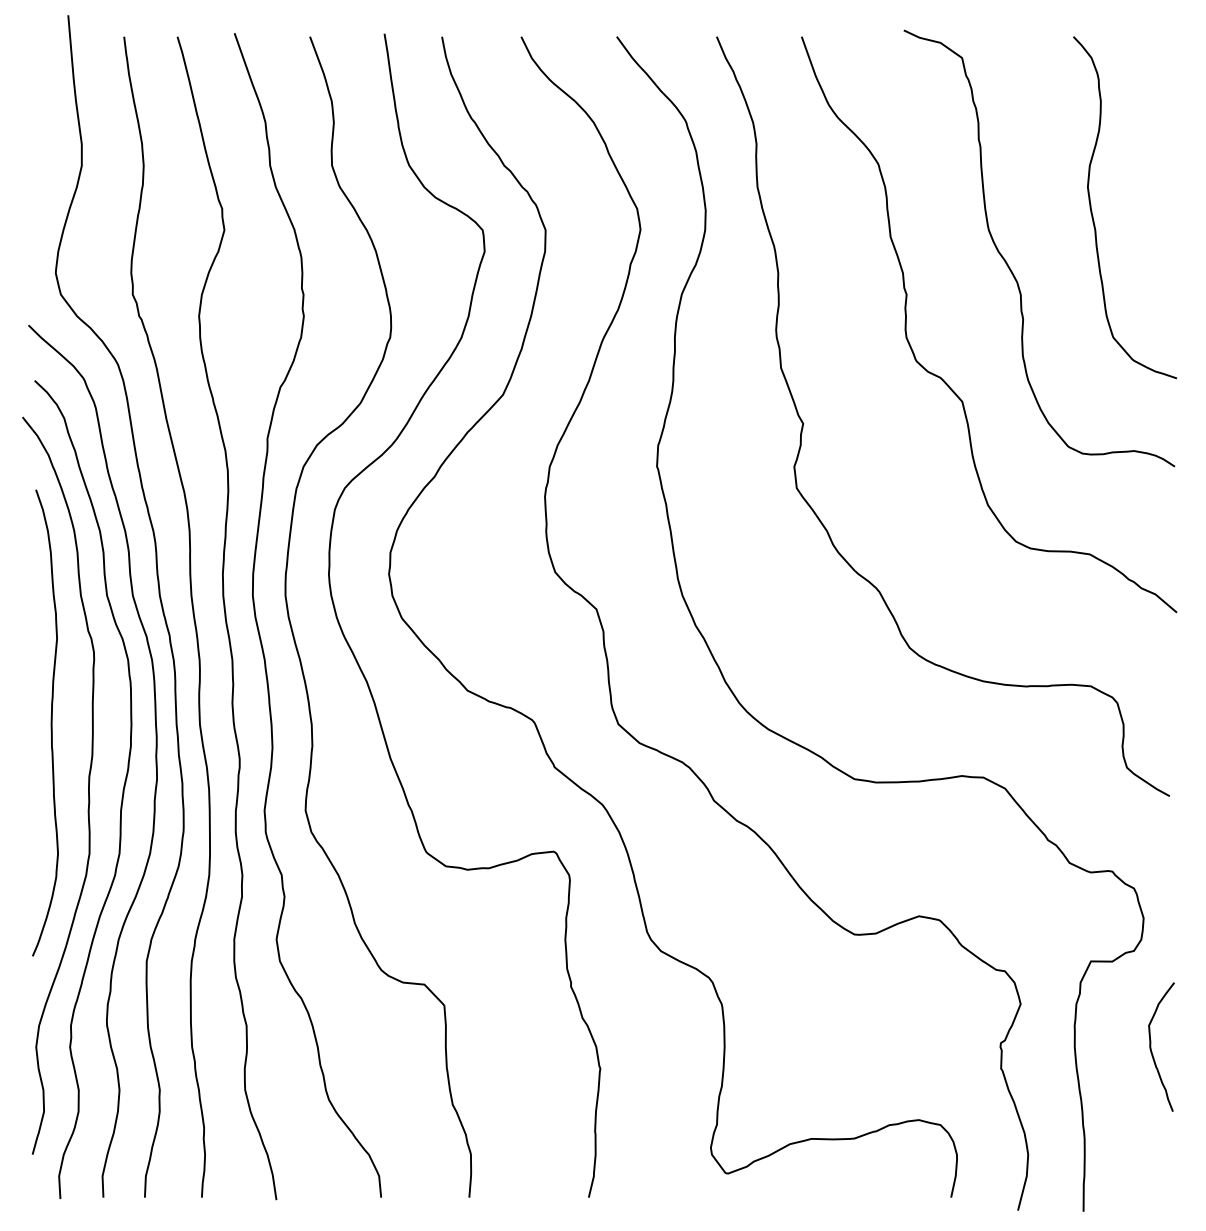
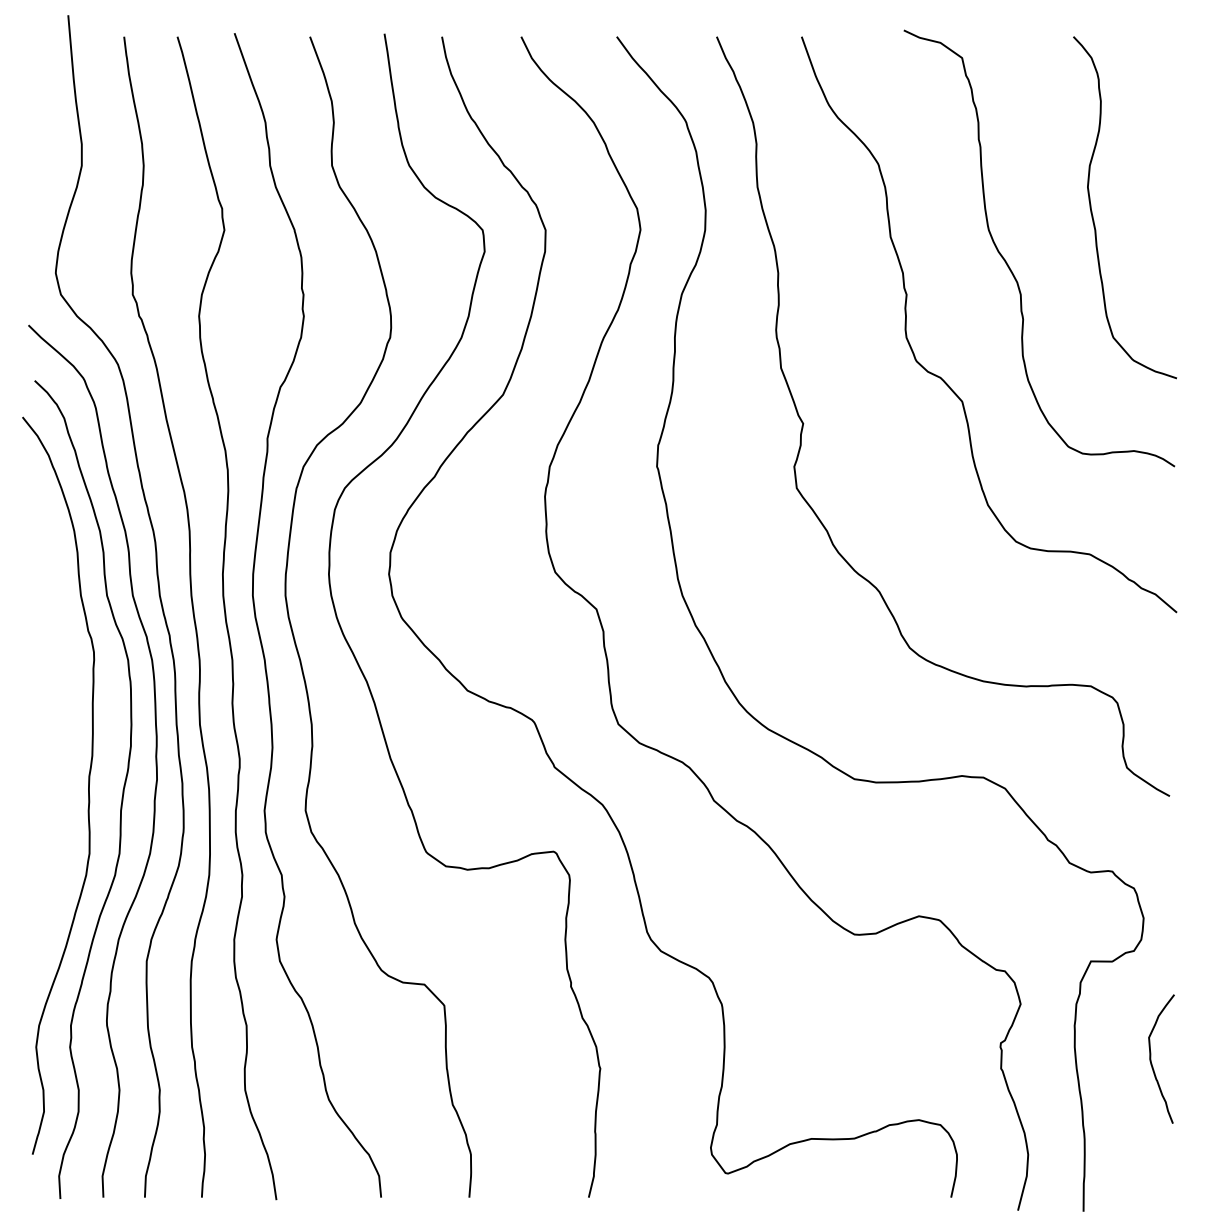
curve at (50, 722): present -> none
curve at (1151, 1046) position: (1151, 1046) -> (1151, 1058)
